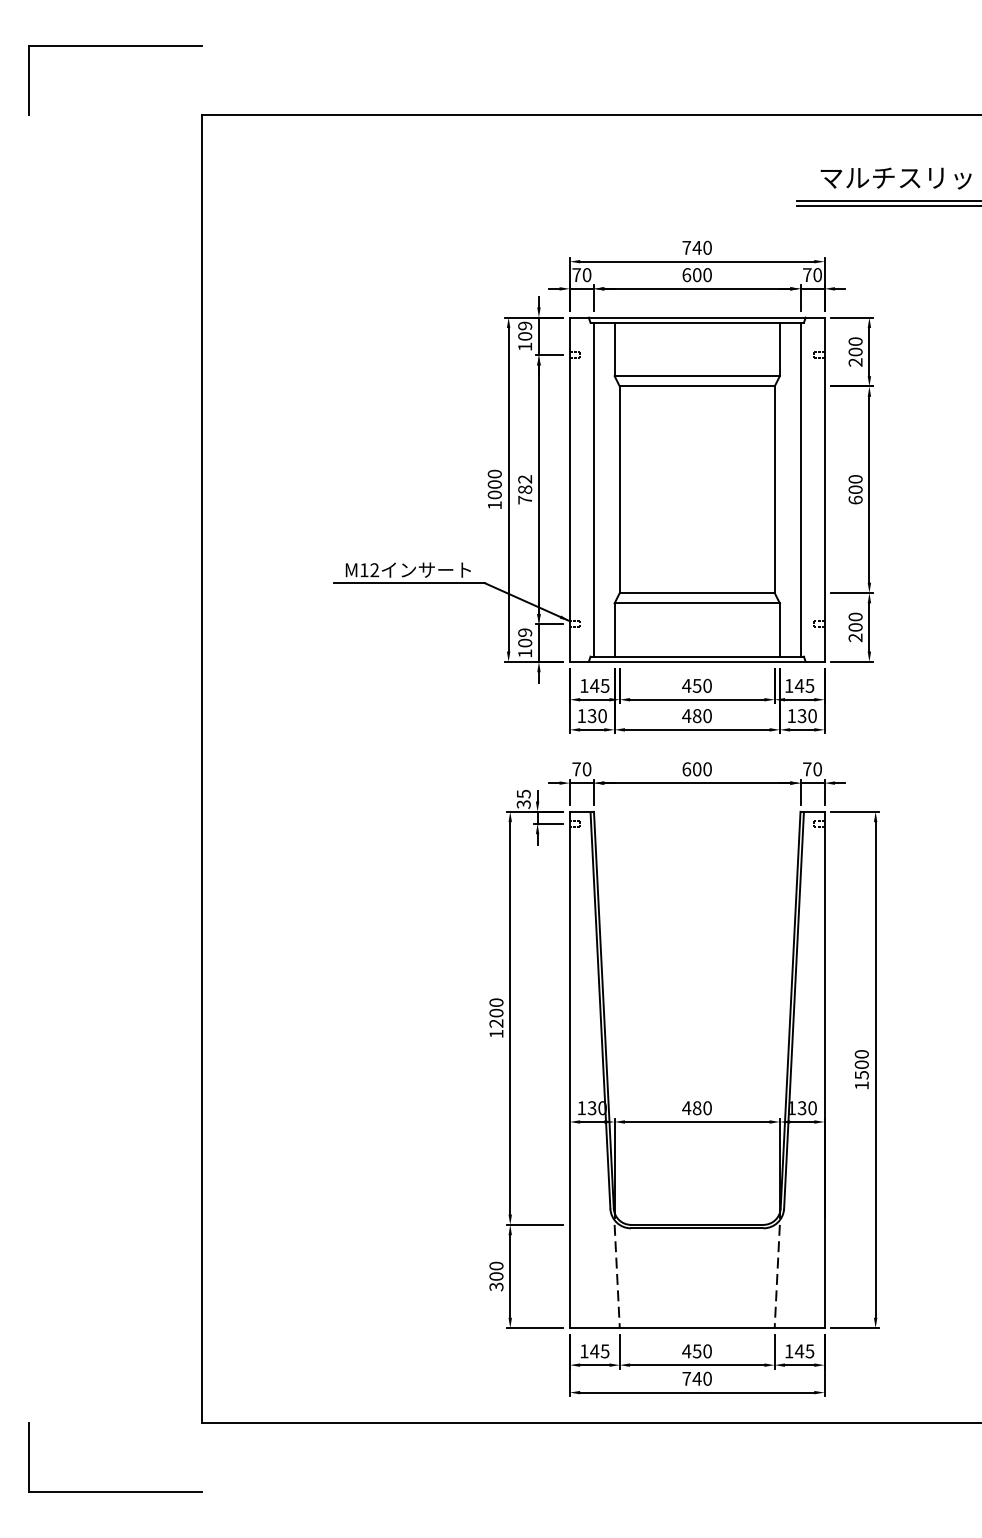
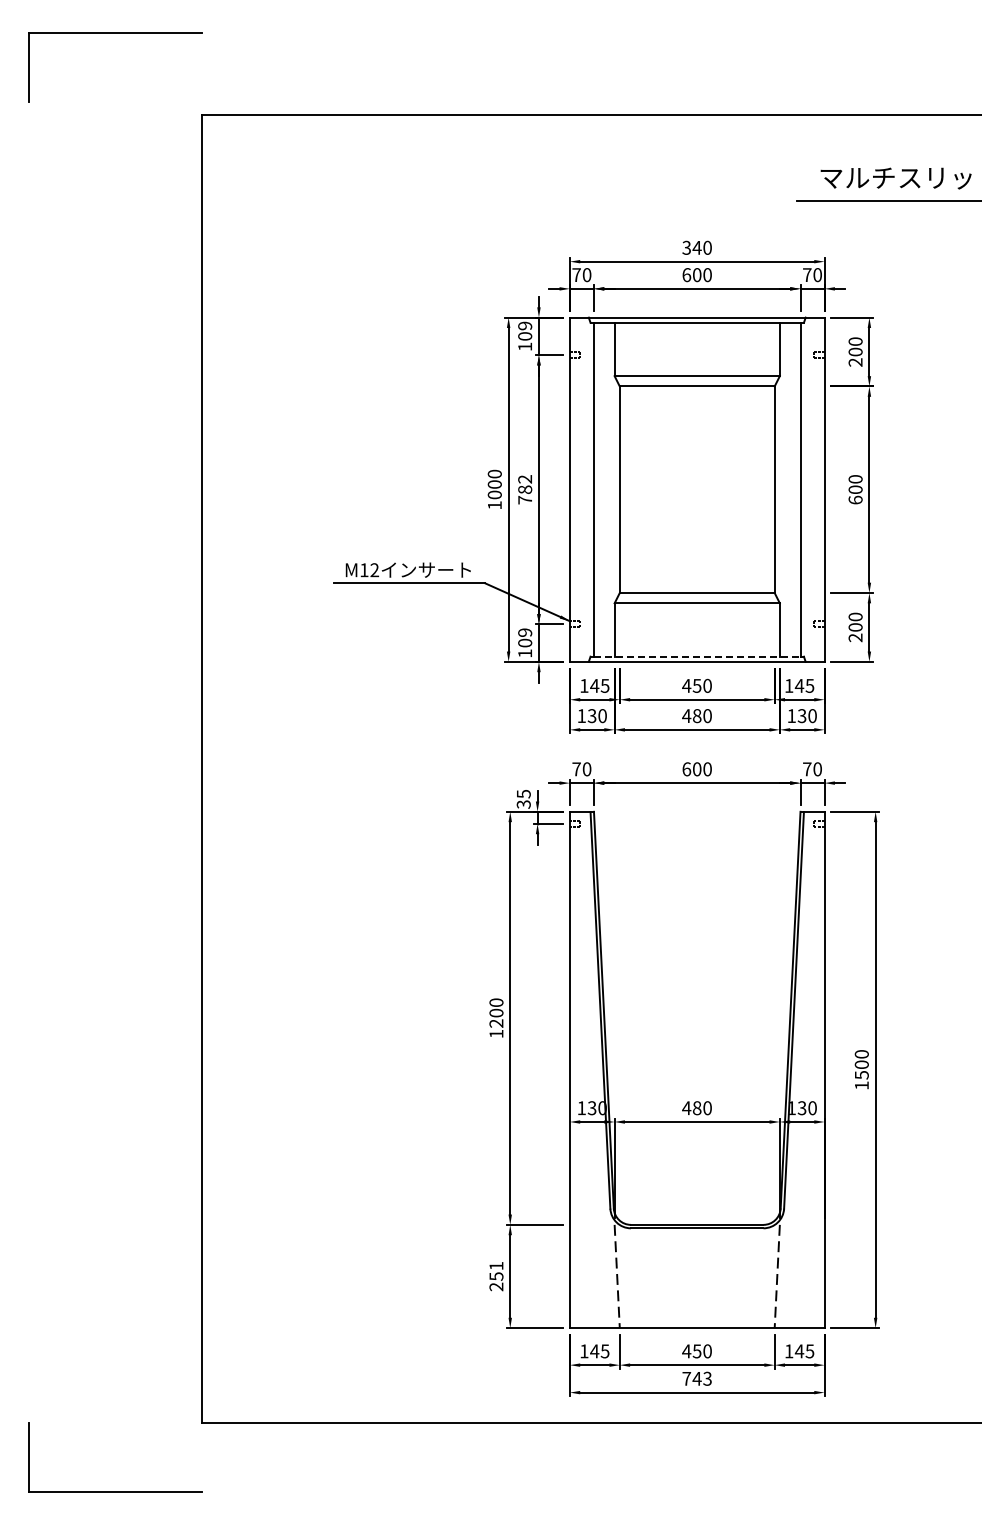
part at (115, 46) position: (115, 46) -> (115, 33)
line at (887, 206): present -> none
text at (686, 247): 740 -> 340
line at (697, 656): solid -> dashed
text at (496, 1276): 300 -> 251
text at (707, 1378): 740 -> 743
